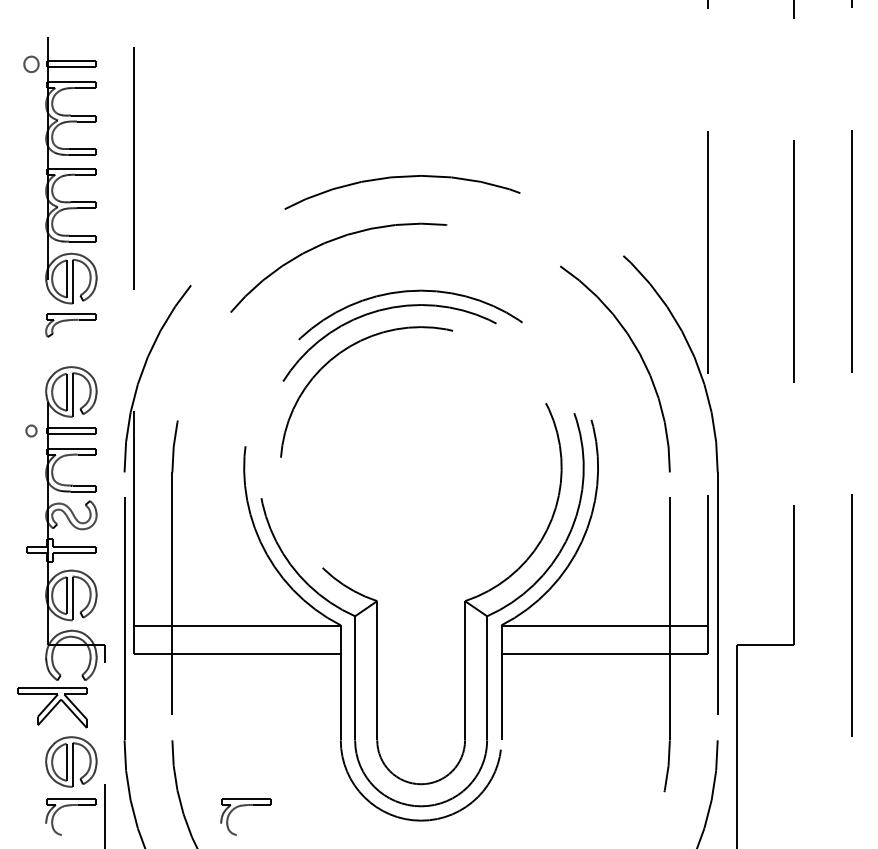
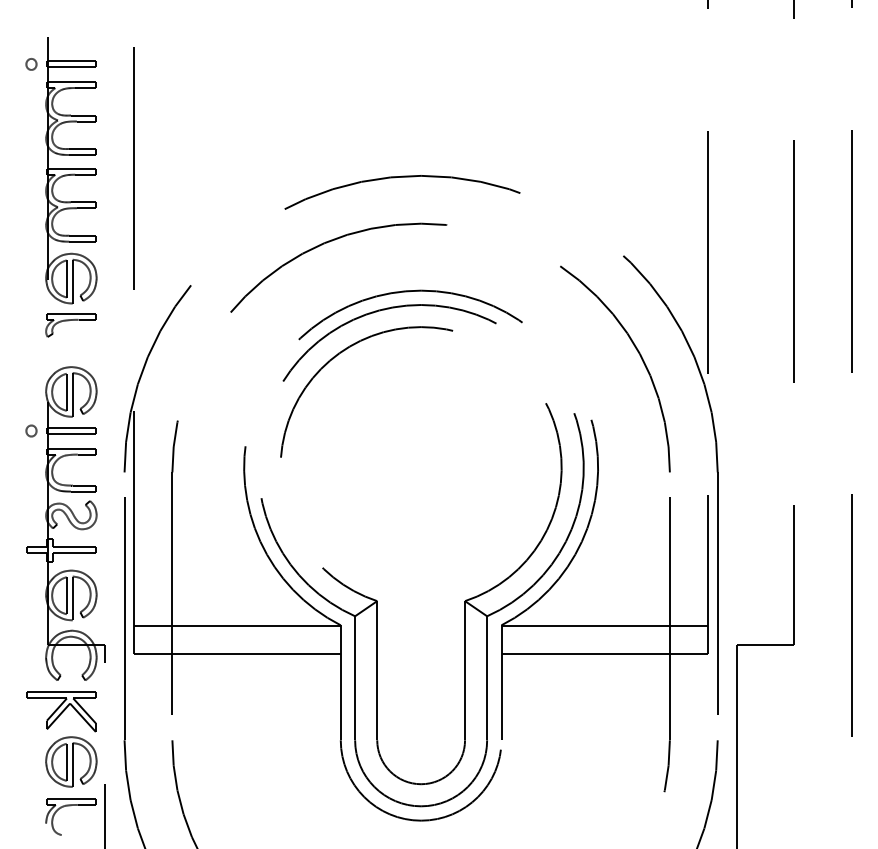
part at (31, 63) size: 17x18 px -> 13x13 px
part at (52, 707) position: (52, 707) -> (61, 711)
part at (245, 806): present -> none
